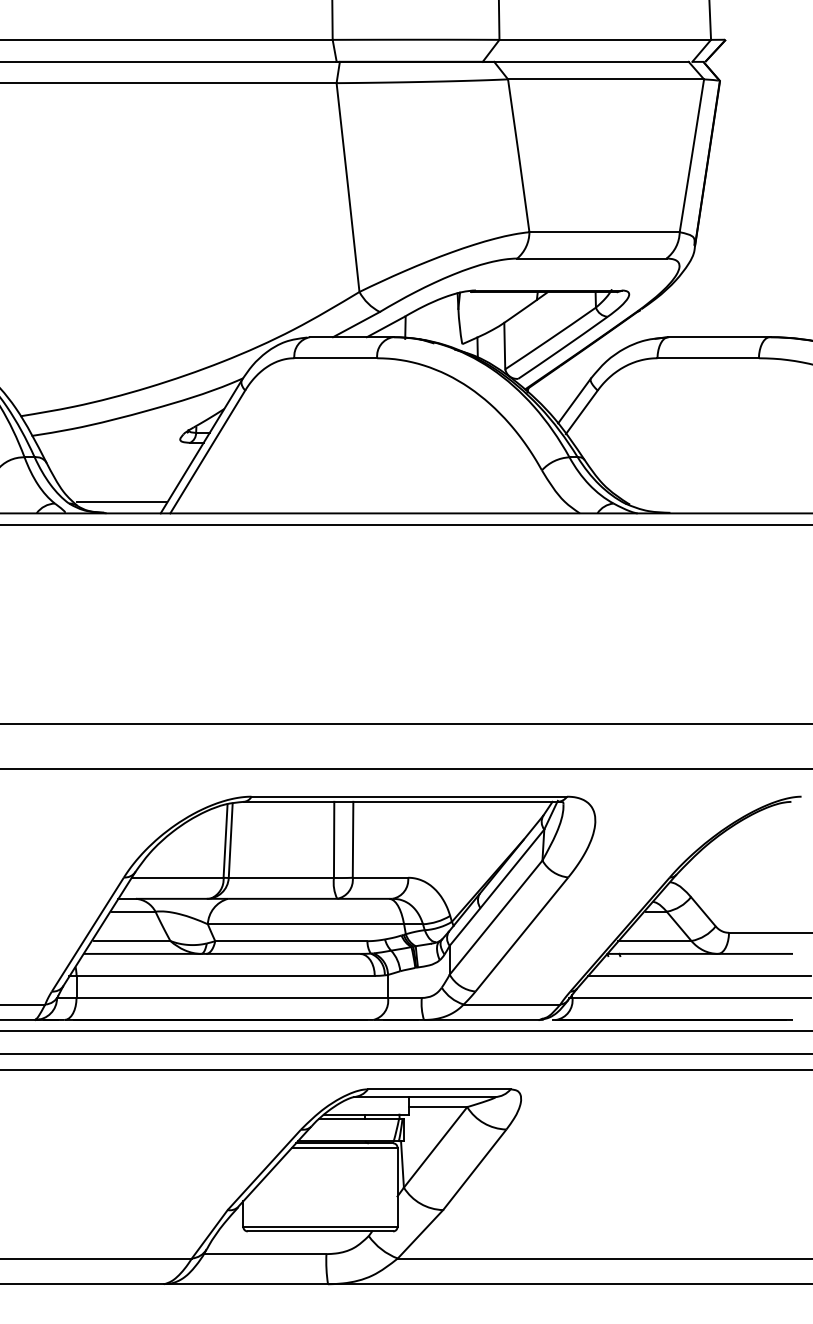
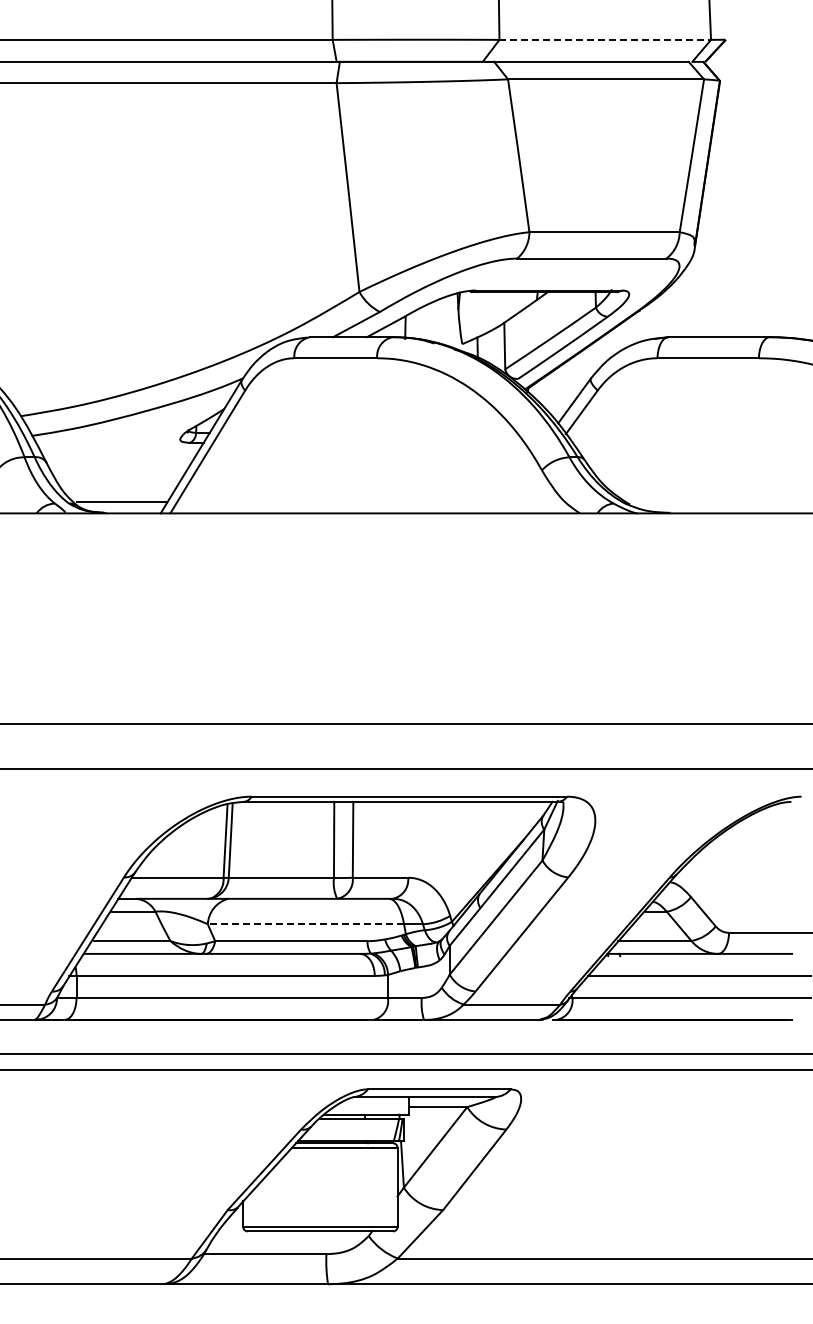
line at (605, 39): solid -> dashed
line at (405, 525): present -> none
line at (305, 924): solid -> dashed
line at (405, 1030): present -> none
